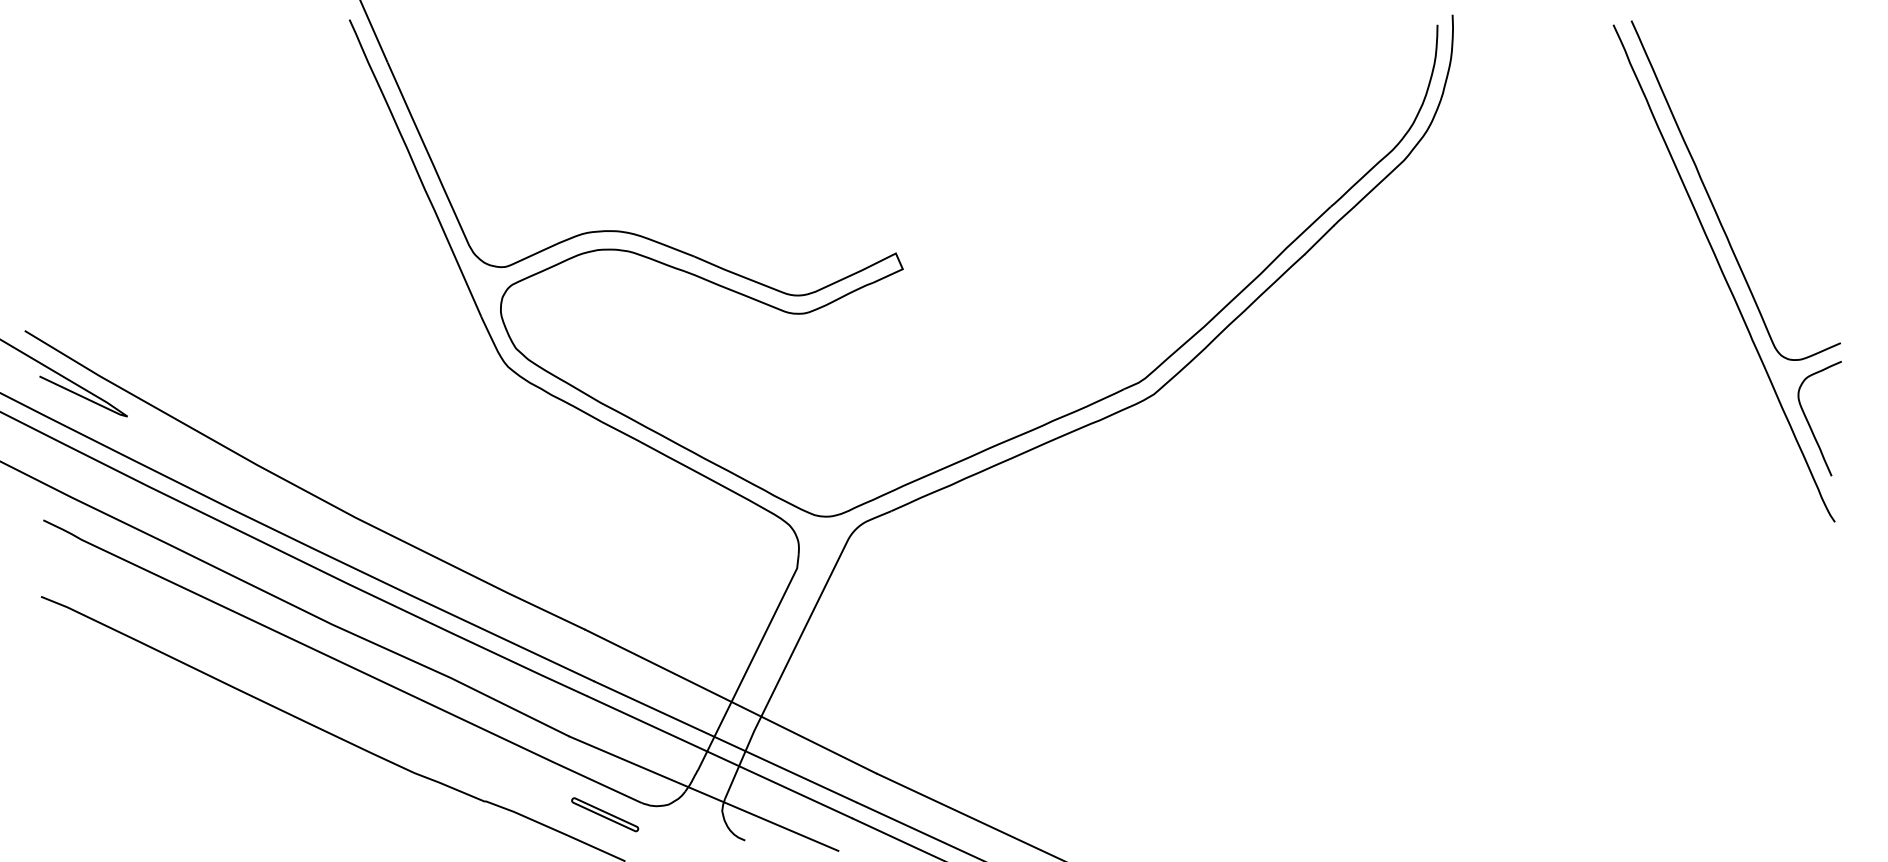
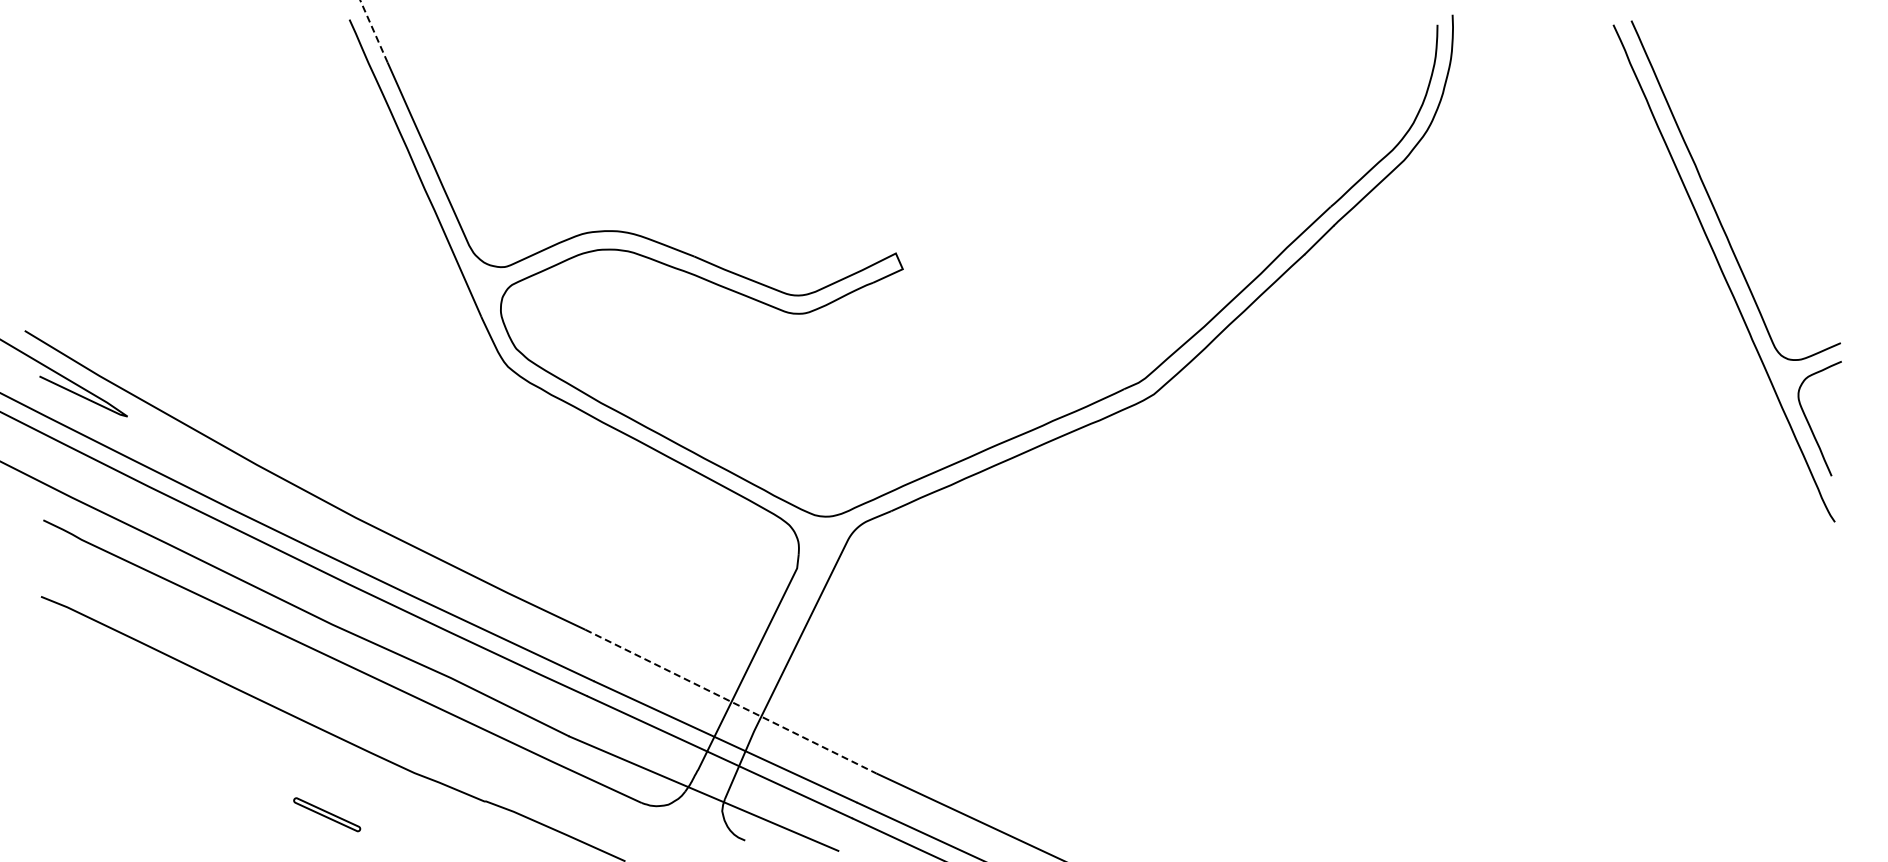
line at (374, 31): solid -> dashed
line at (731, 701): solid -> dashed
part at (605, 814) position: (605, 814) -> (327, 814)
